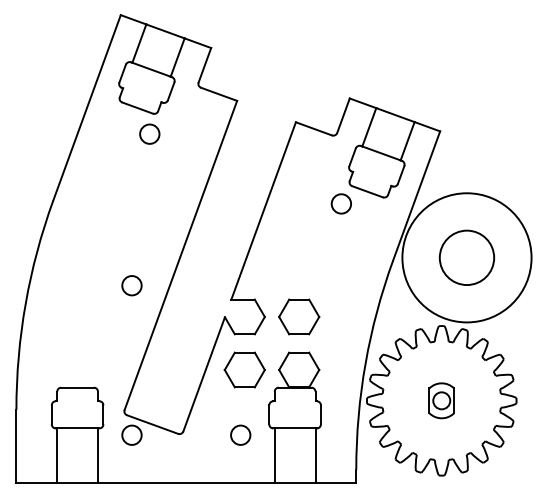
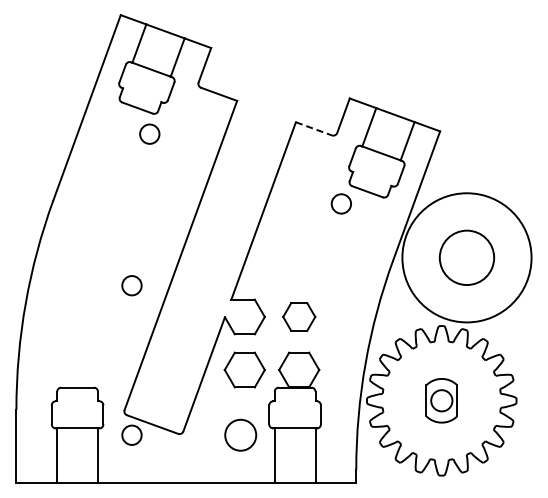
line at (314, 129): solid -> dashed
part at (299, 316) size: 43x38 px -> 35x30 px
part at (441, 400) size: 27x38 px -> 33x46 px
circle at (240, 434) diameter: 19 px -> 31 px
